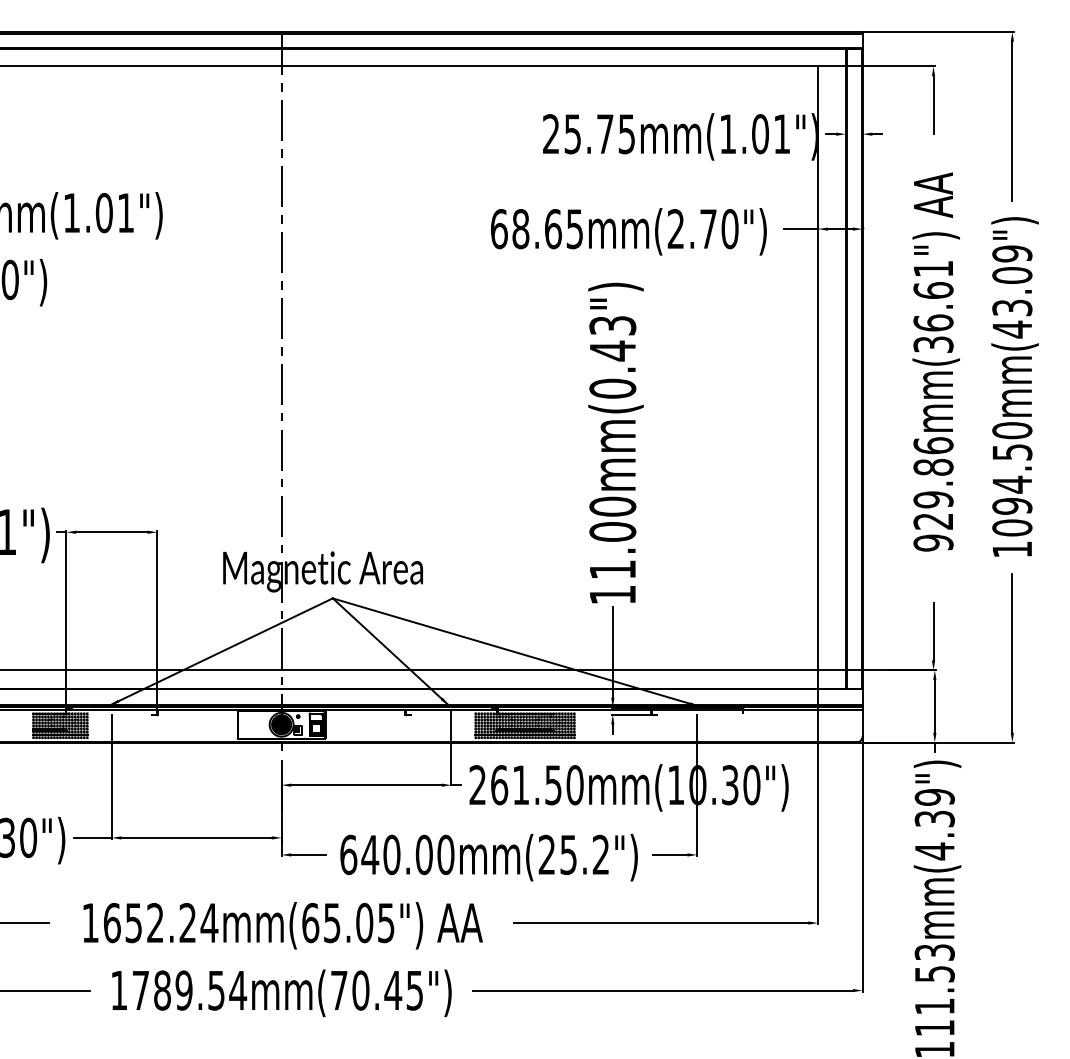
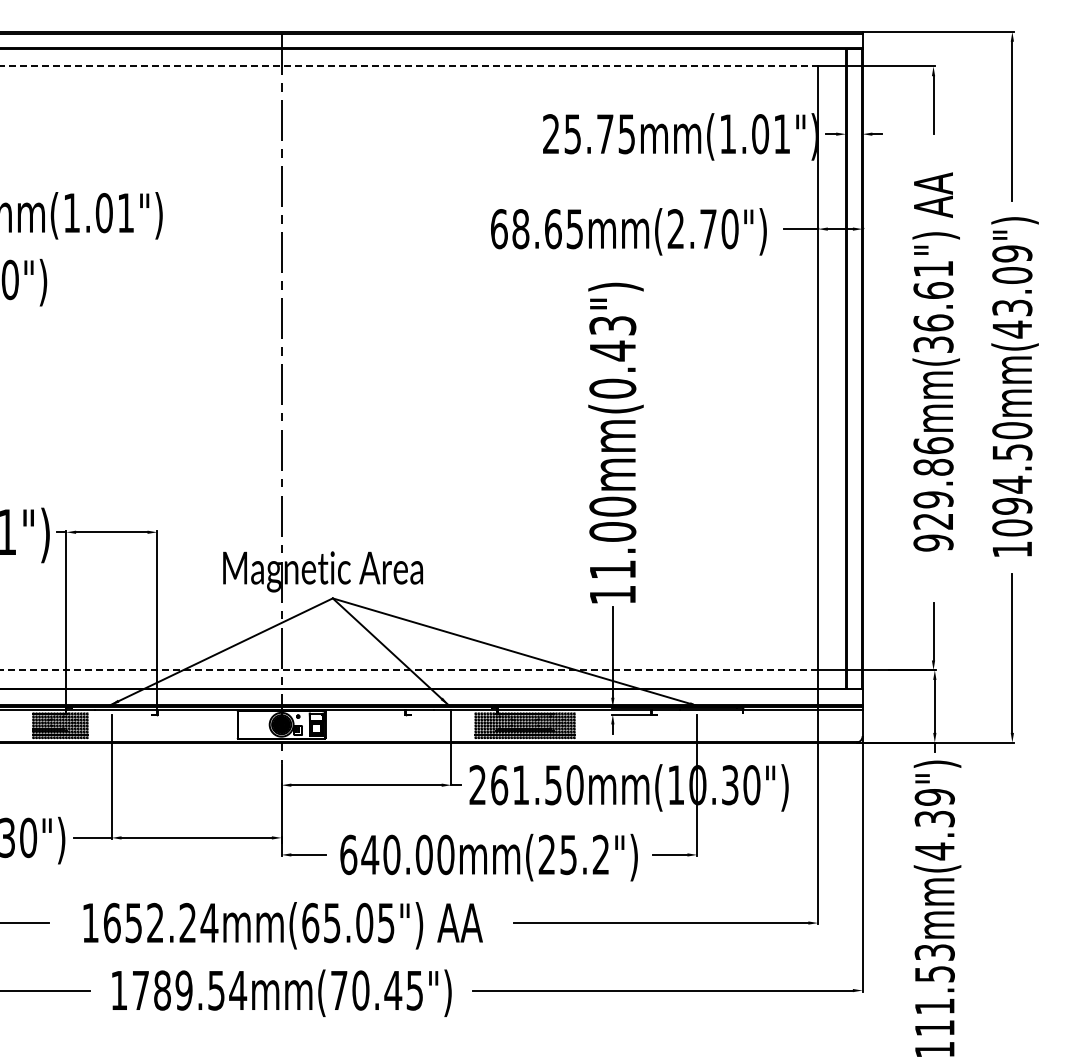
line at (409, 66): solid -> dashed
line at (409, 670): solid -> dashed
